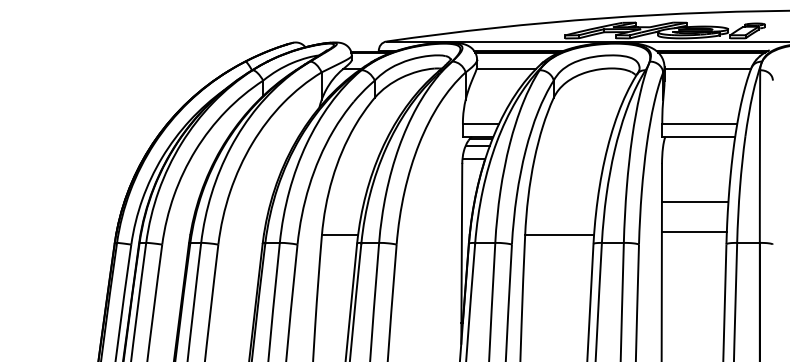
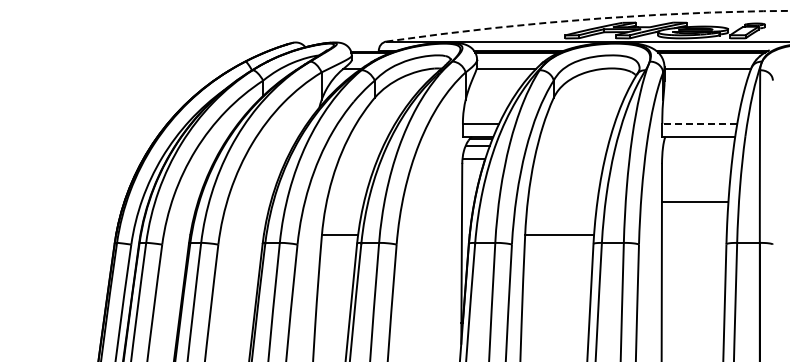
arc at (587, 19): solid -> dashed
line at (699, 124): solid -> dashed
line at (693, 232): present -> none
